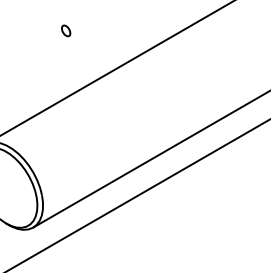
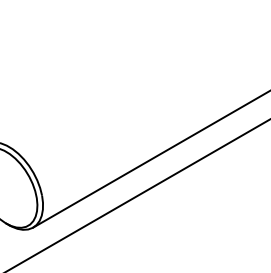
part at (66, 30): present -> none
line at (117, 68): present -> none
